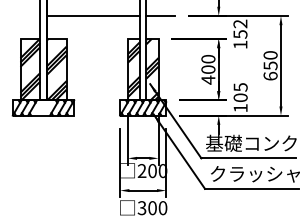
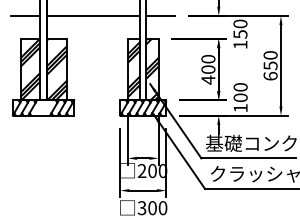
line at (25, 15): none -> present
text at (240, 23): 152 -> 150
text at (240, 87): 105 -> 100
